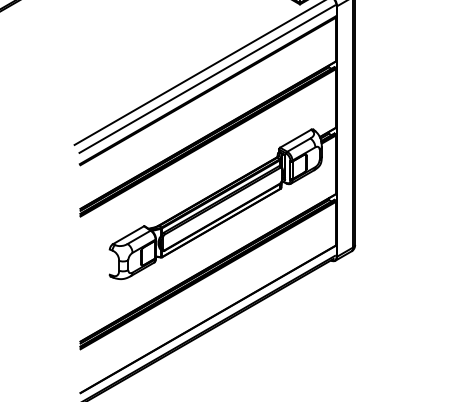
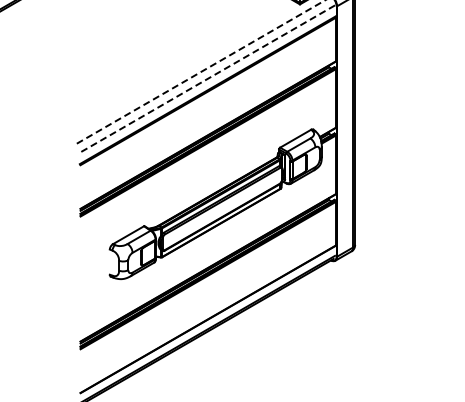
line at (200, 72): solid -> dashed
line at (207, 79): solid -> dashed
